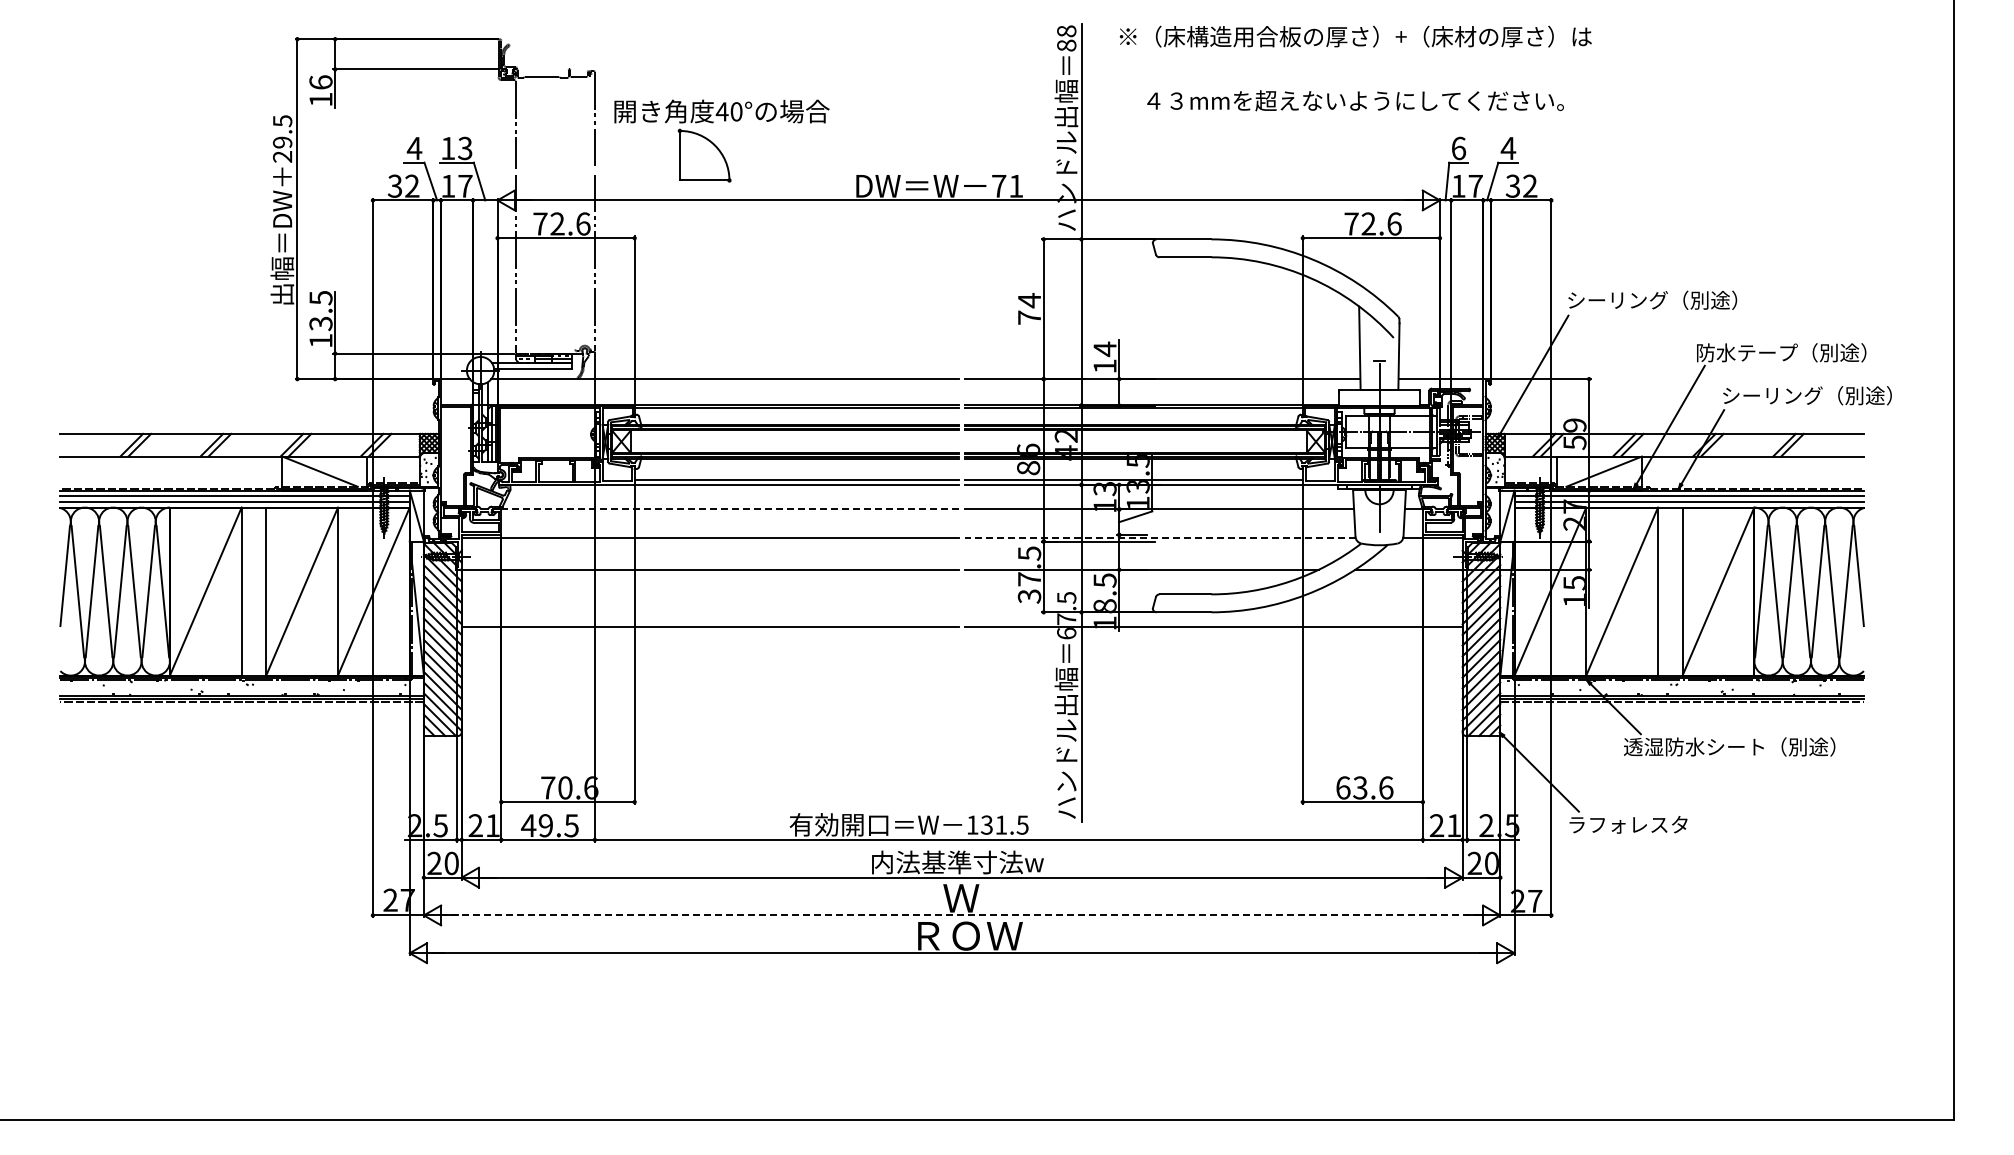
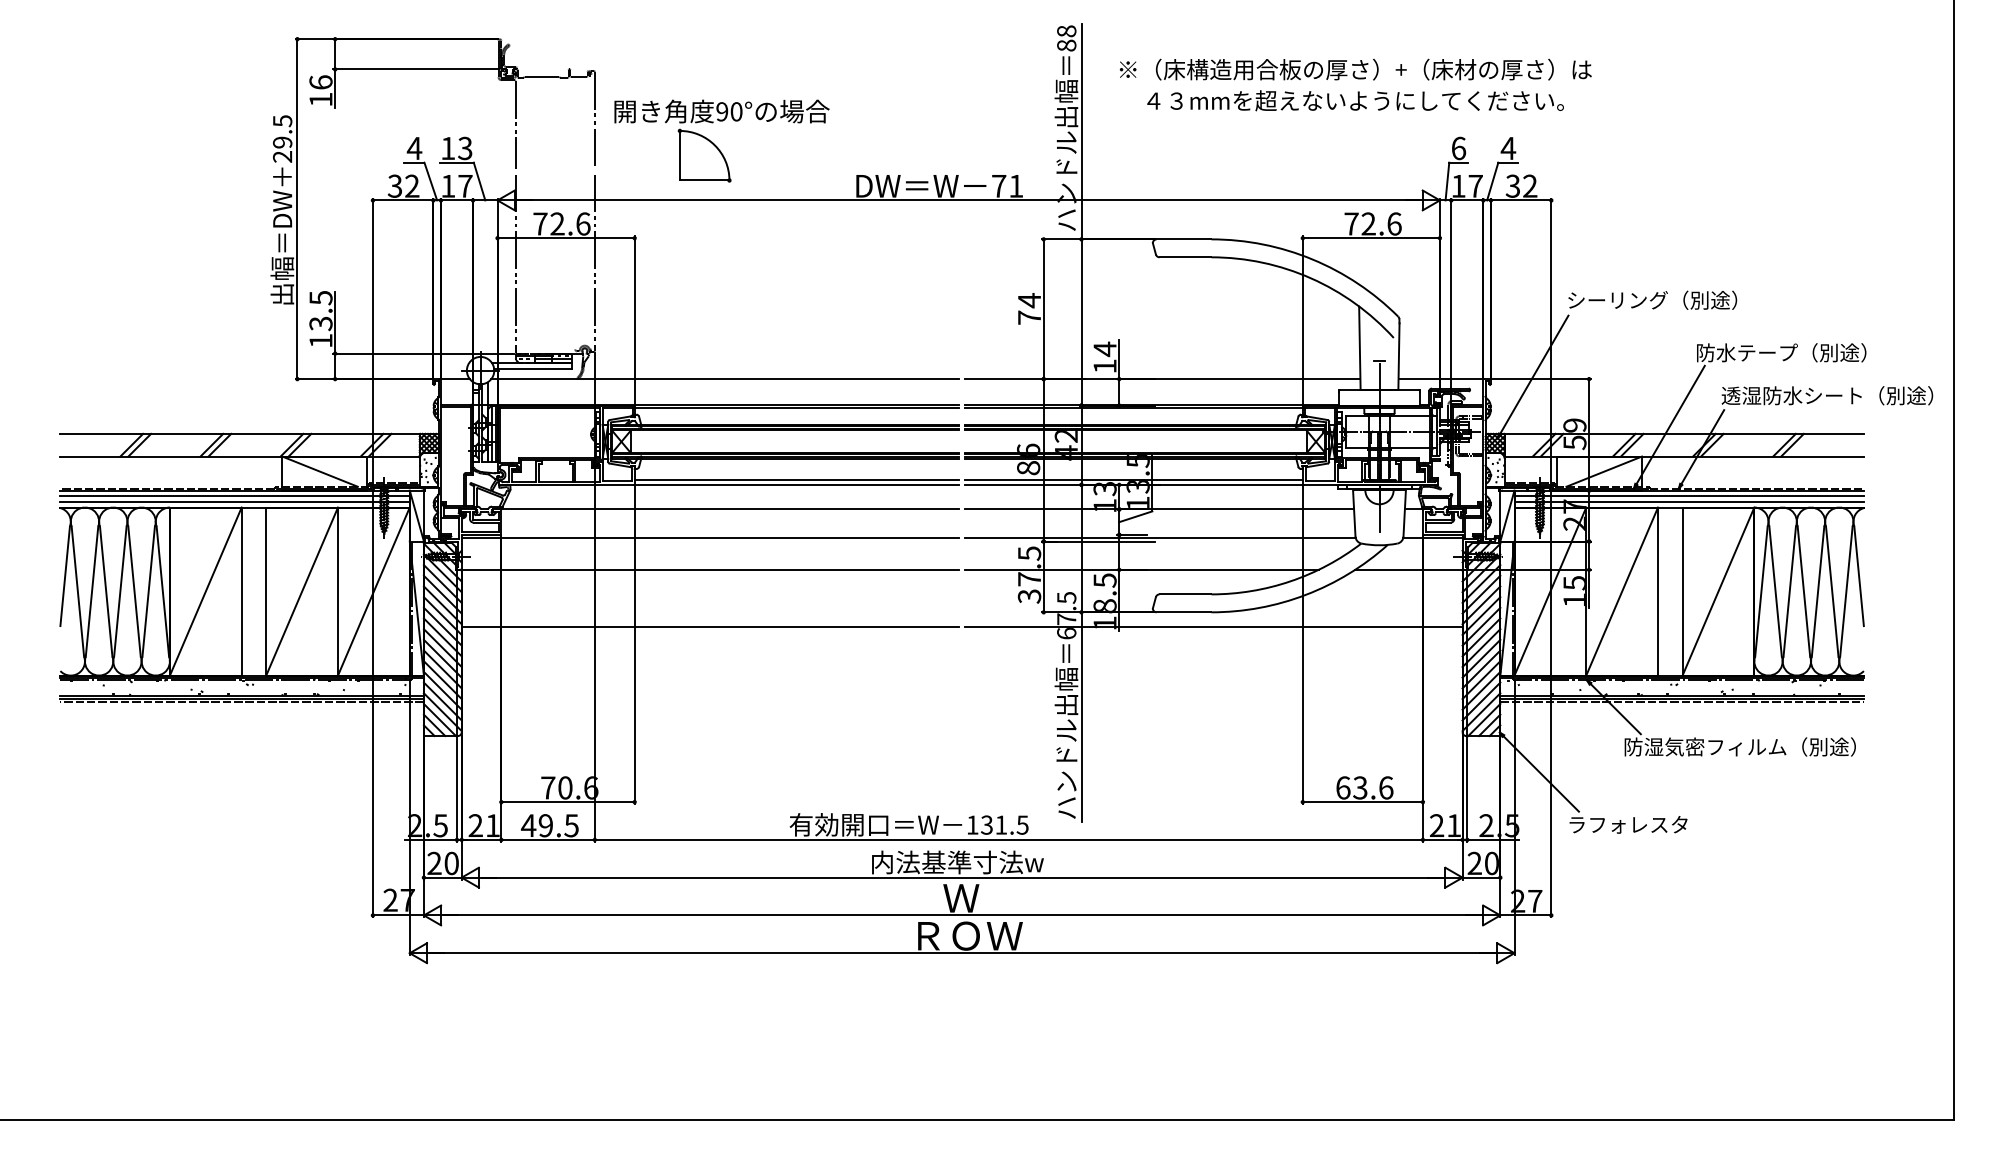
text at (1355, 36) position: (1355, 36) -> (1355, 69)
text at (721, 111): 40° -> 90°
text at (1827, 395): シーリング（別途） -> 透湿防水シート（別途）
line at (726, 509): dashed -> solid
line at (1160, 537): dashed -> solid
text at (1739, 746): 透湿防水シート（別途） -> 防湿気密フィルム（別途）
line at (961, 915): dashed -> solid
